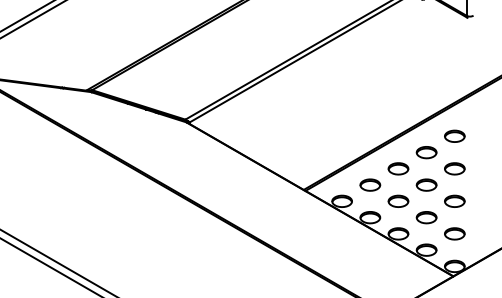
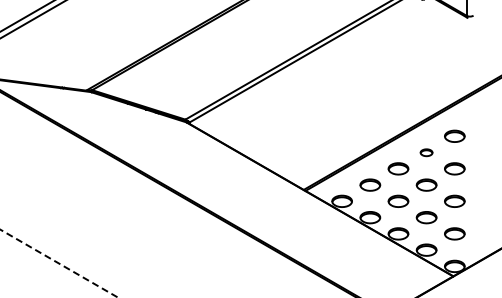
part at (426, 152) size: 23x14 px -> 15x10 px
line at (59, 263): solid -> dashed
line at (49, 266): present -> none
